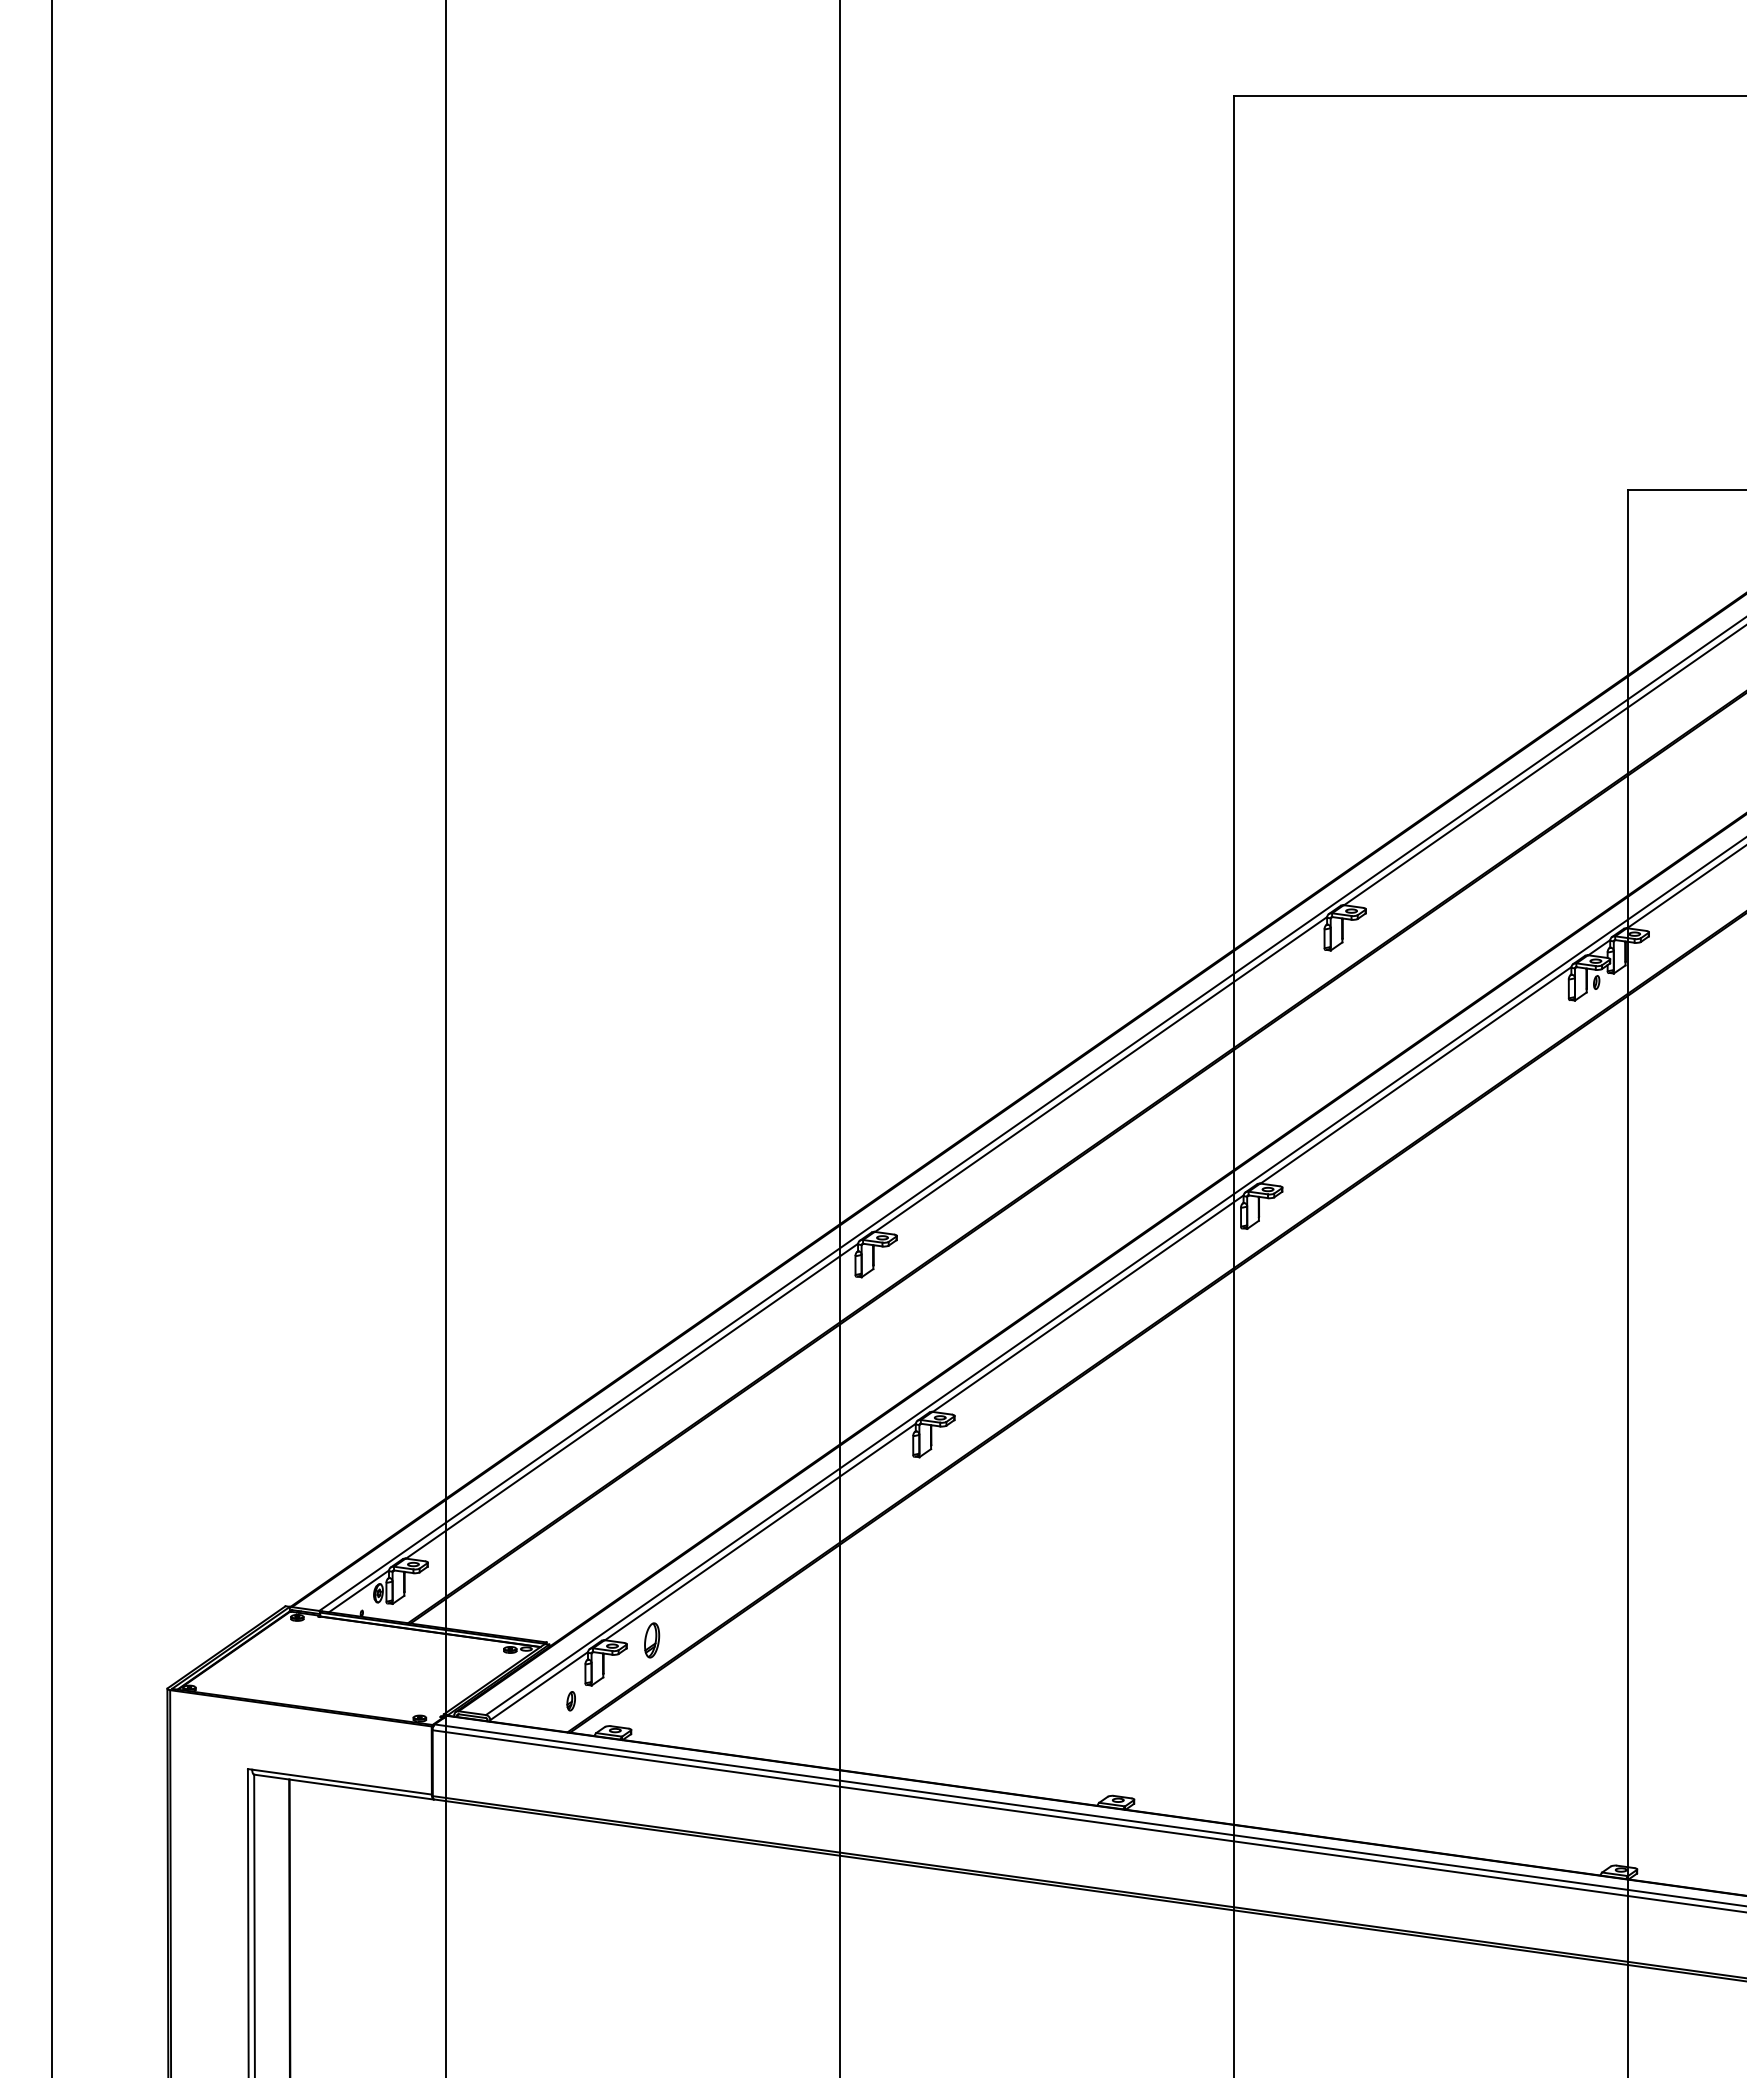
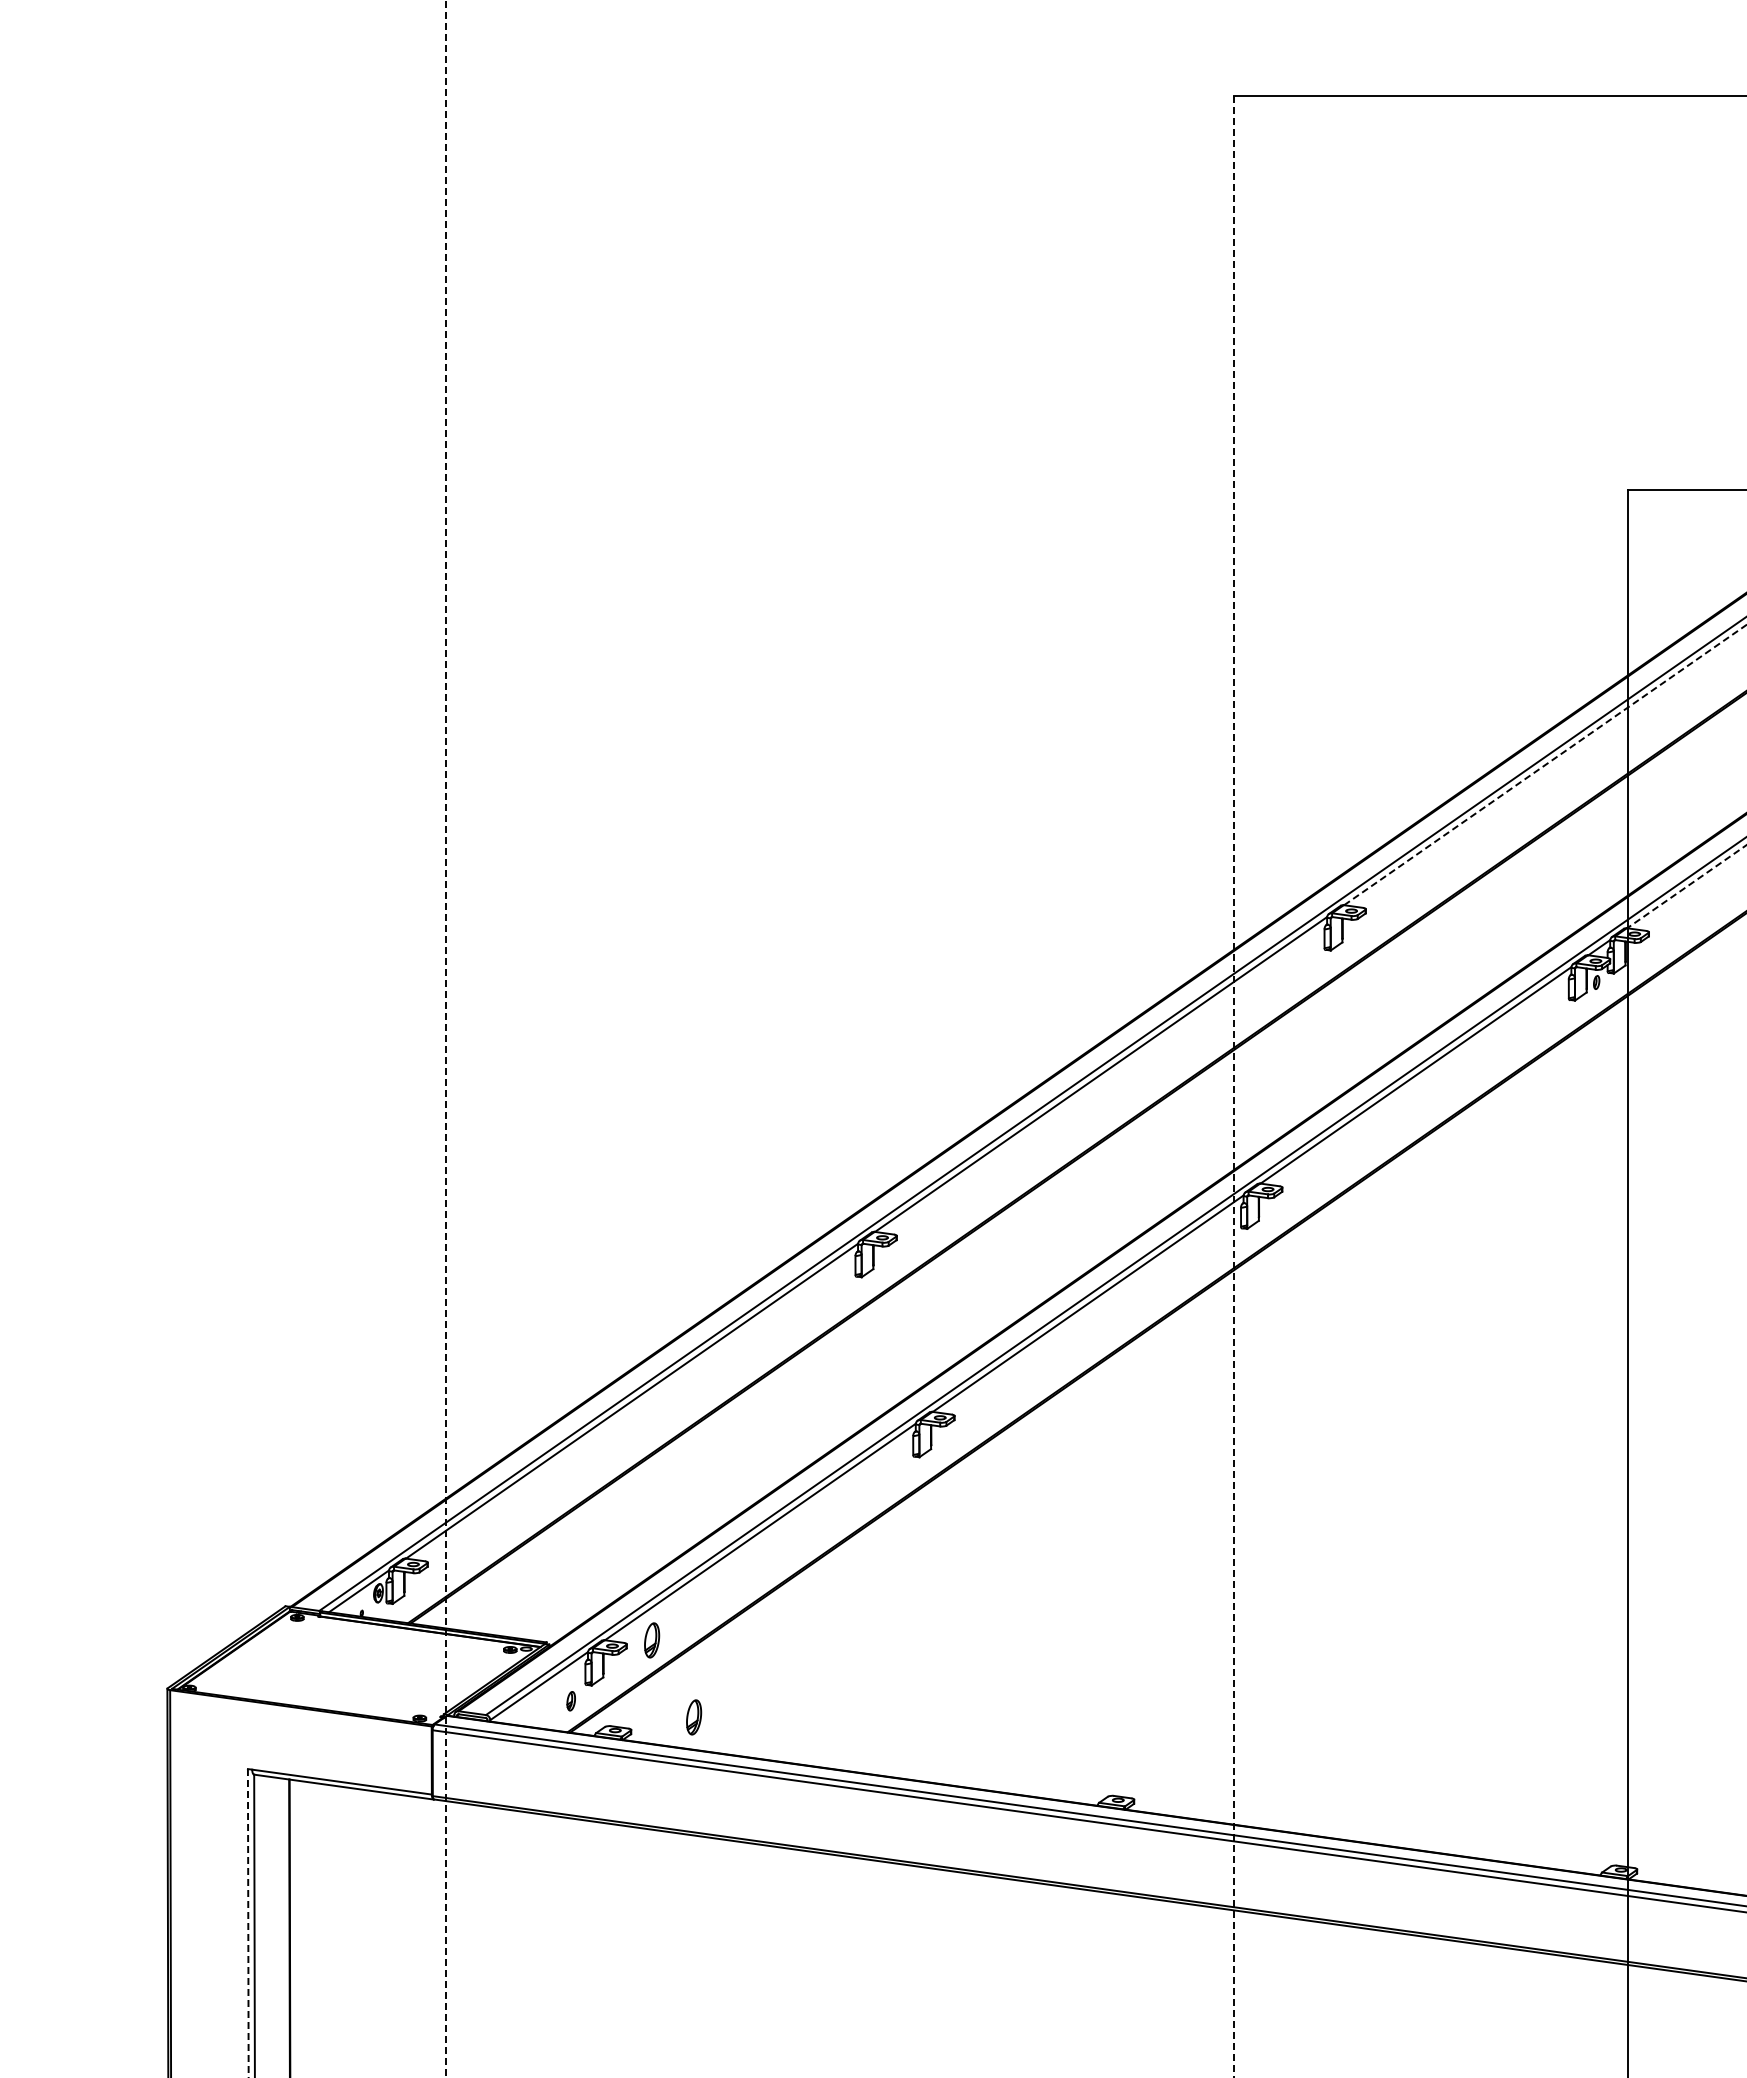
line at (1545, 764): solid -> dashed
line at (1687, 886): solid -> dashed
line at (52, 1038): present -> none
line at (446, 1038): solid -> dashed
line at (840, 1038): present -> none
line at (1234, 1086): solid -> dashed
part at (694, 1717): none -> present
line at (248, 1923): solid -> dashed
